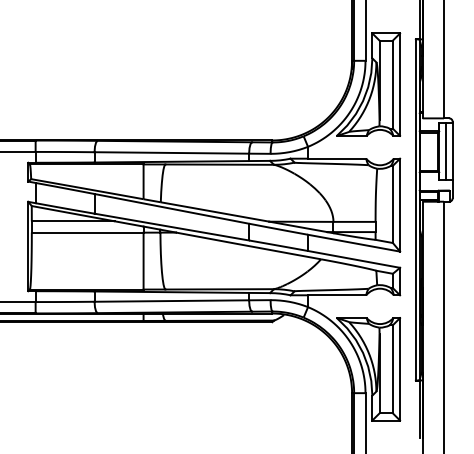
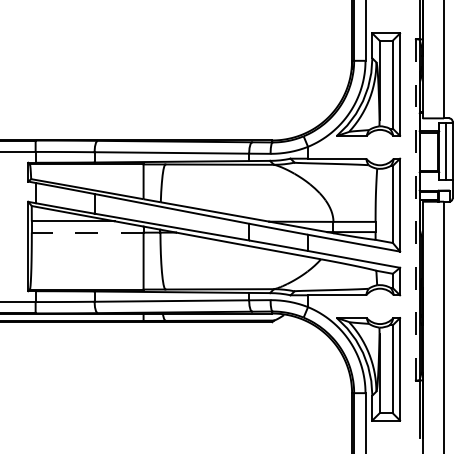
line at (415, 209): solid -> dashed
line at (87, 232): solid -> dashed
